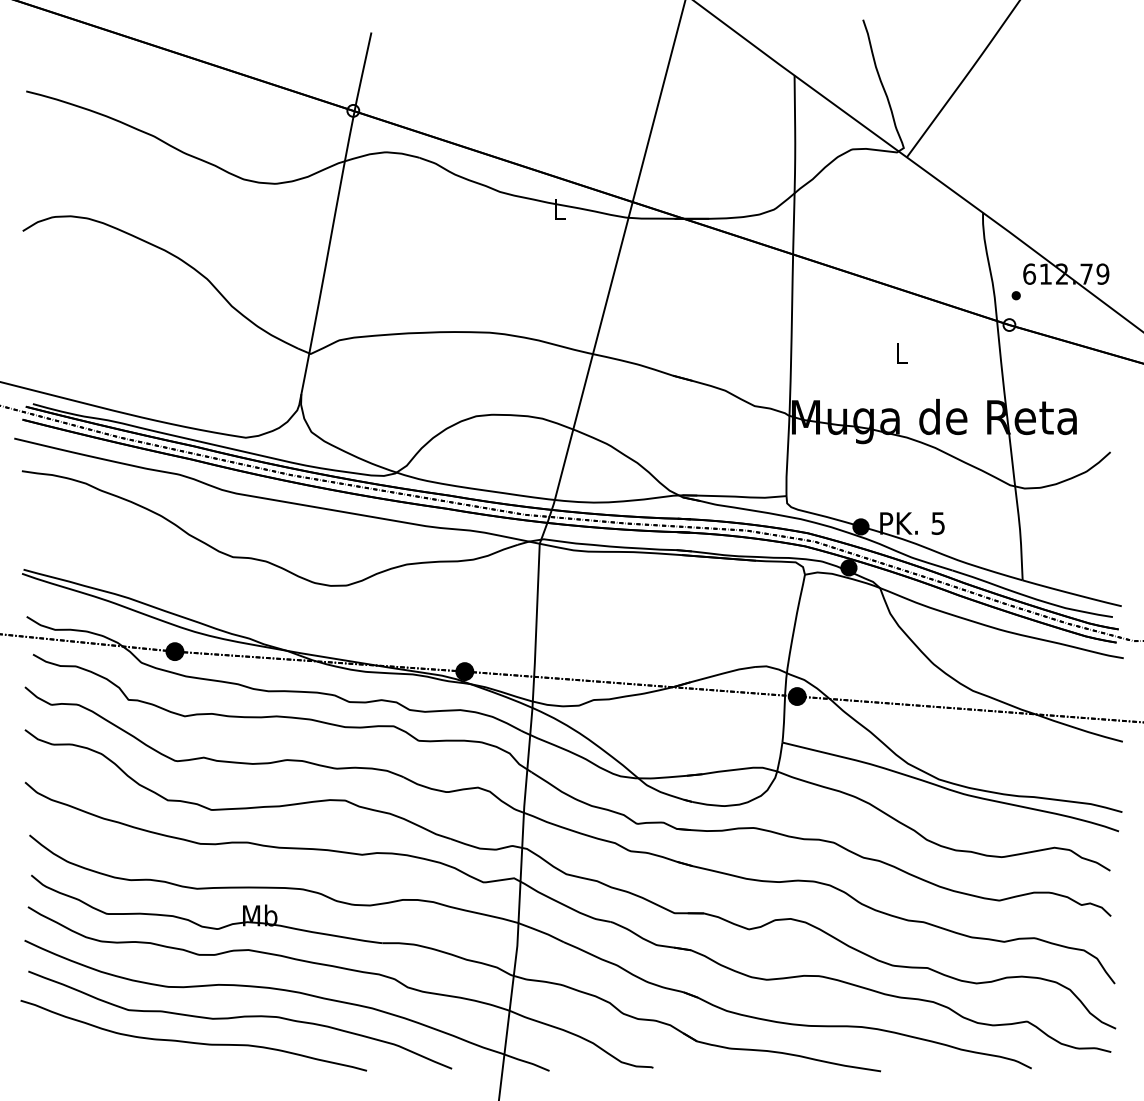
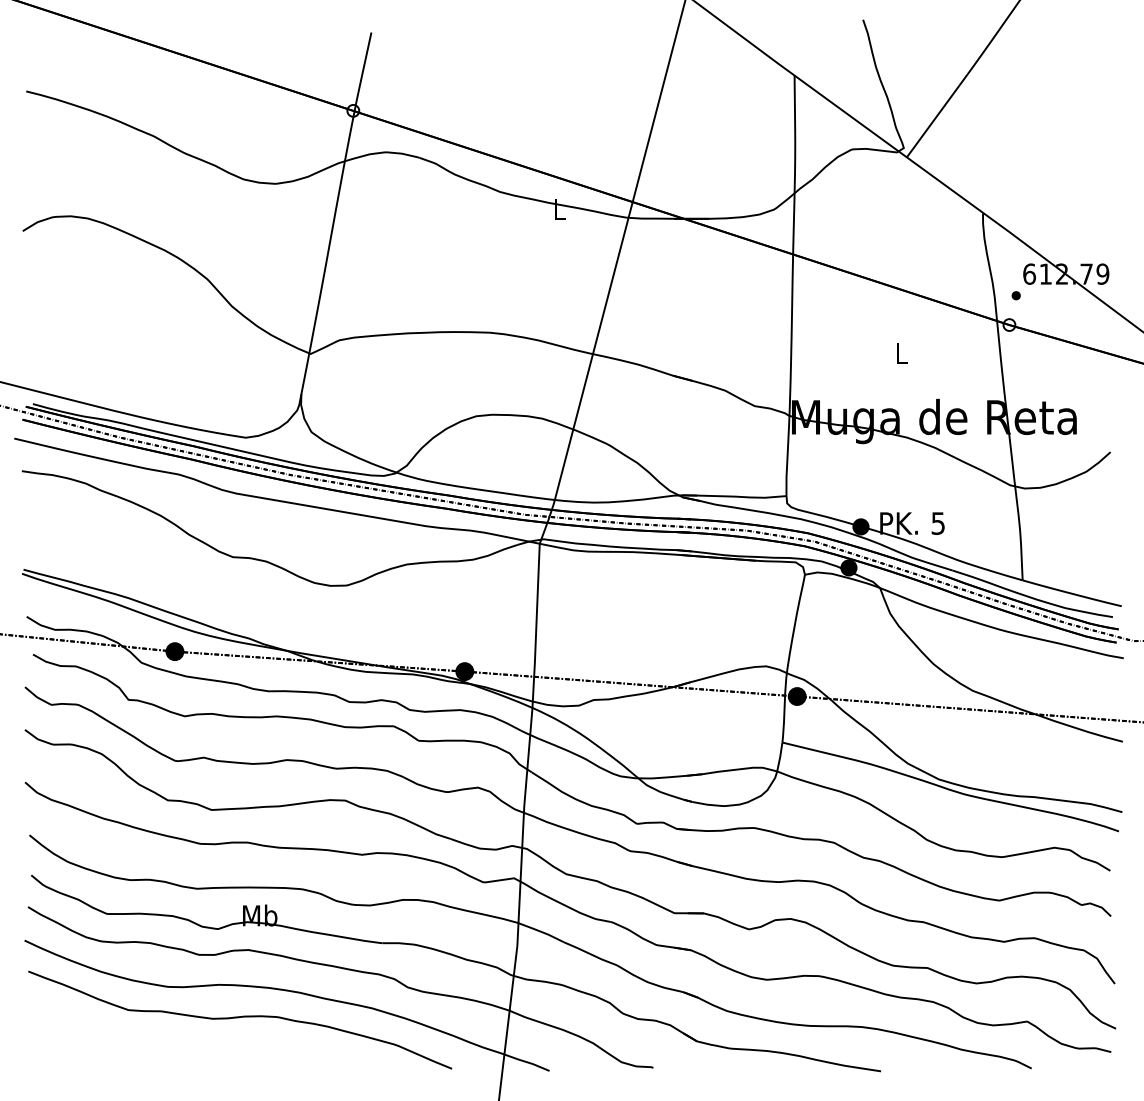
curve at (192, 1041): present -> none
